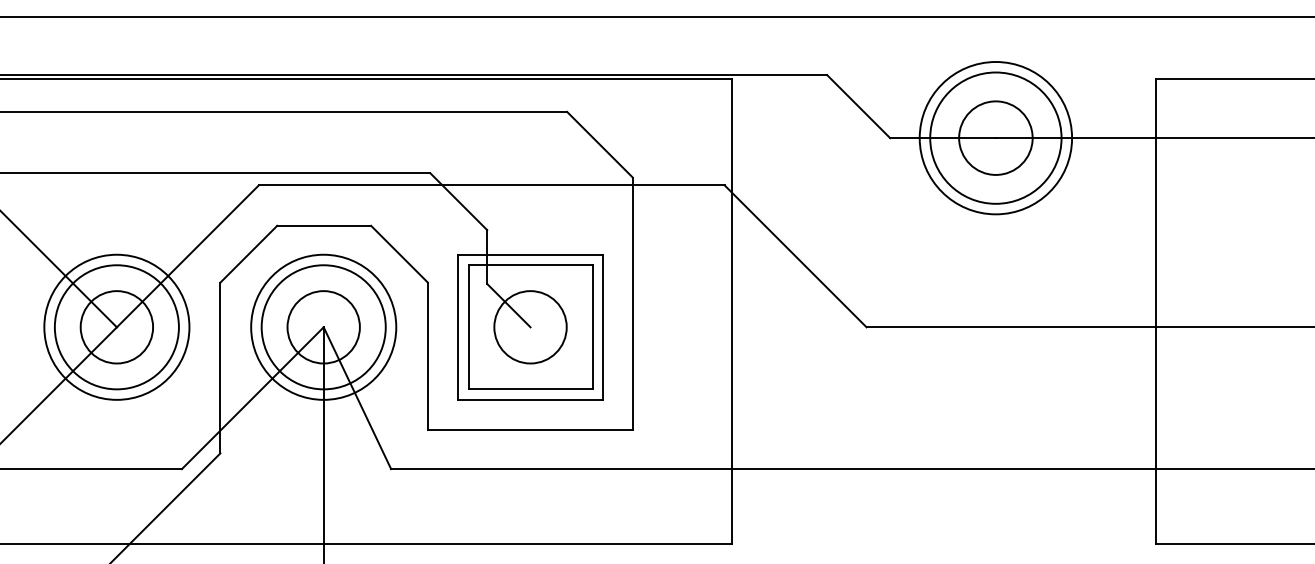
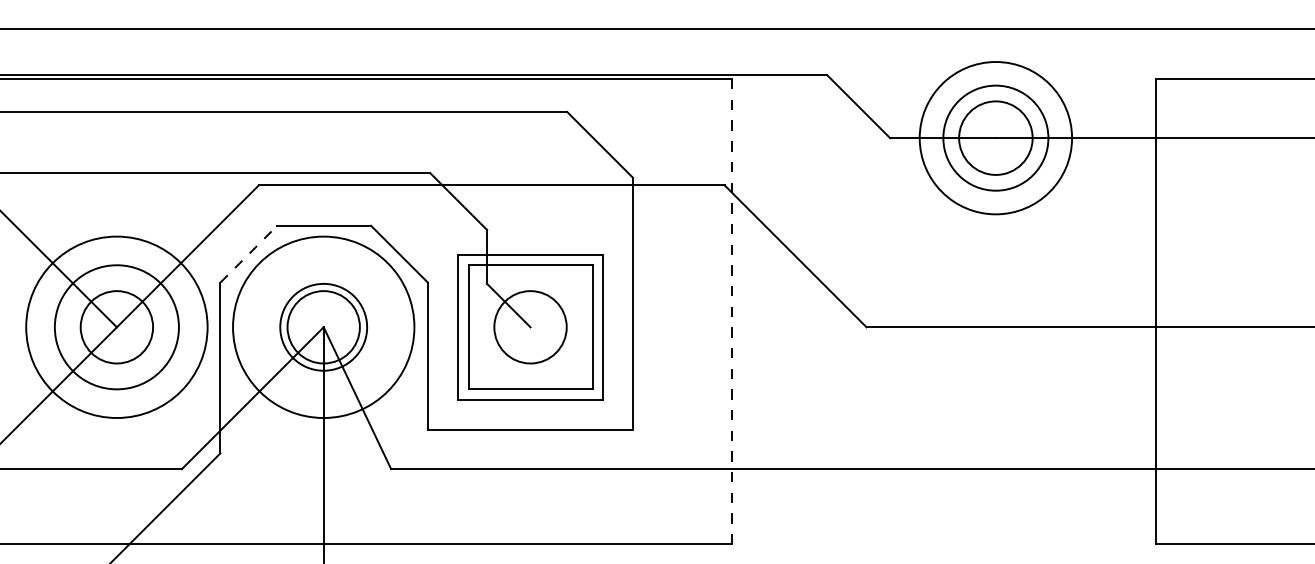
line at (656, 17) position: (656, 17) -> (656, 29)
circle at (995, 137) diameter: 131 px -> 105 px
line at (249, 253): solid -> dashed
line at (732, 311): solid -> dashed
circle at (116, 326) diameter: 145 px -> 181 px
circle at (323, 326) diameter: 145 px -> 181 px
circle at (323, 327) diameter: 124 px -> 87 px
